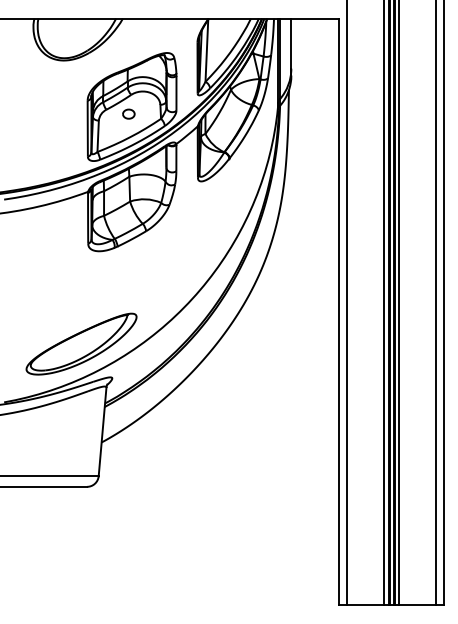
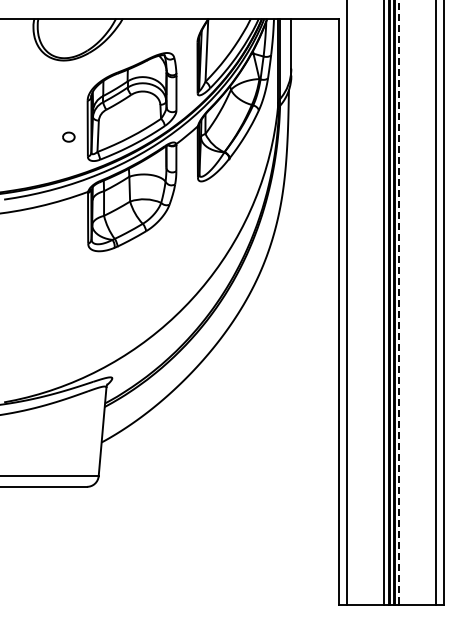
part at (128, 113) position: (128, 113) -> (68, 136)
line at (399, 303): solid -> dashed
part at (81, 343): present -> none
